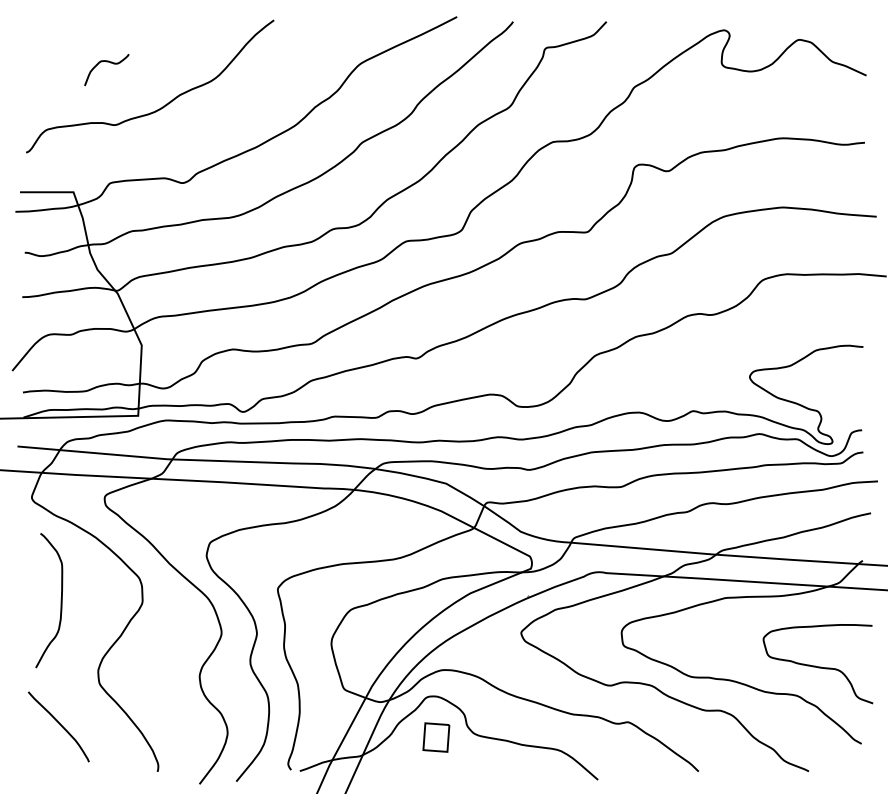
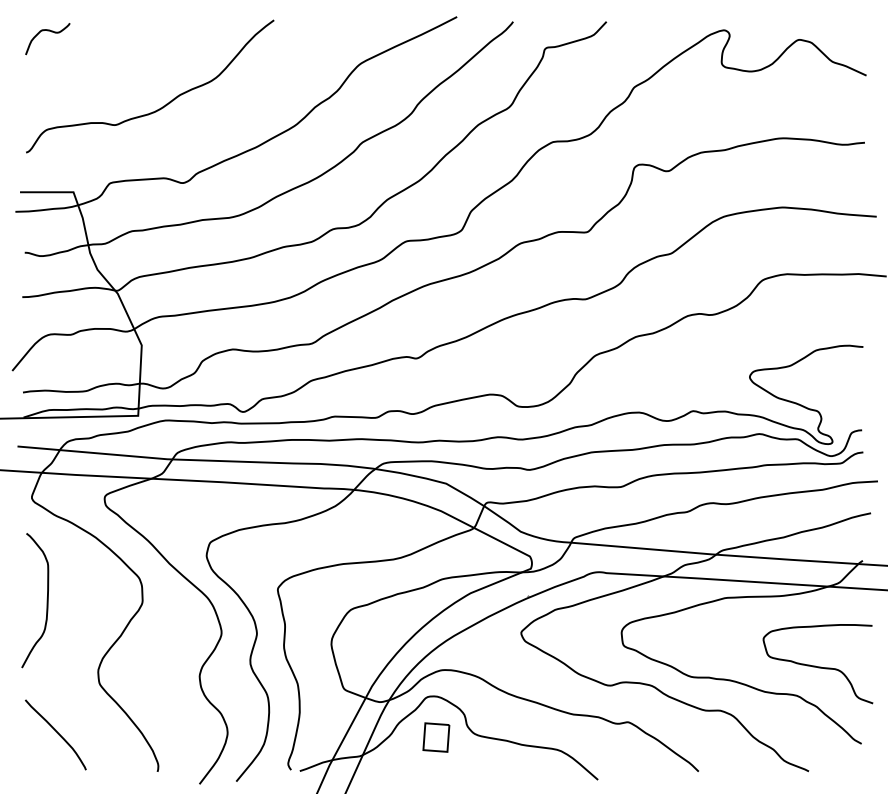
curve at (106, 62) position: (106, 62) -> (47, 31)
curve at (60, 600) position: (60, 600) -> (46, 600)
curve at (59, 724) position: (59, 724) -> (56, 732)
